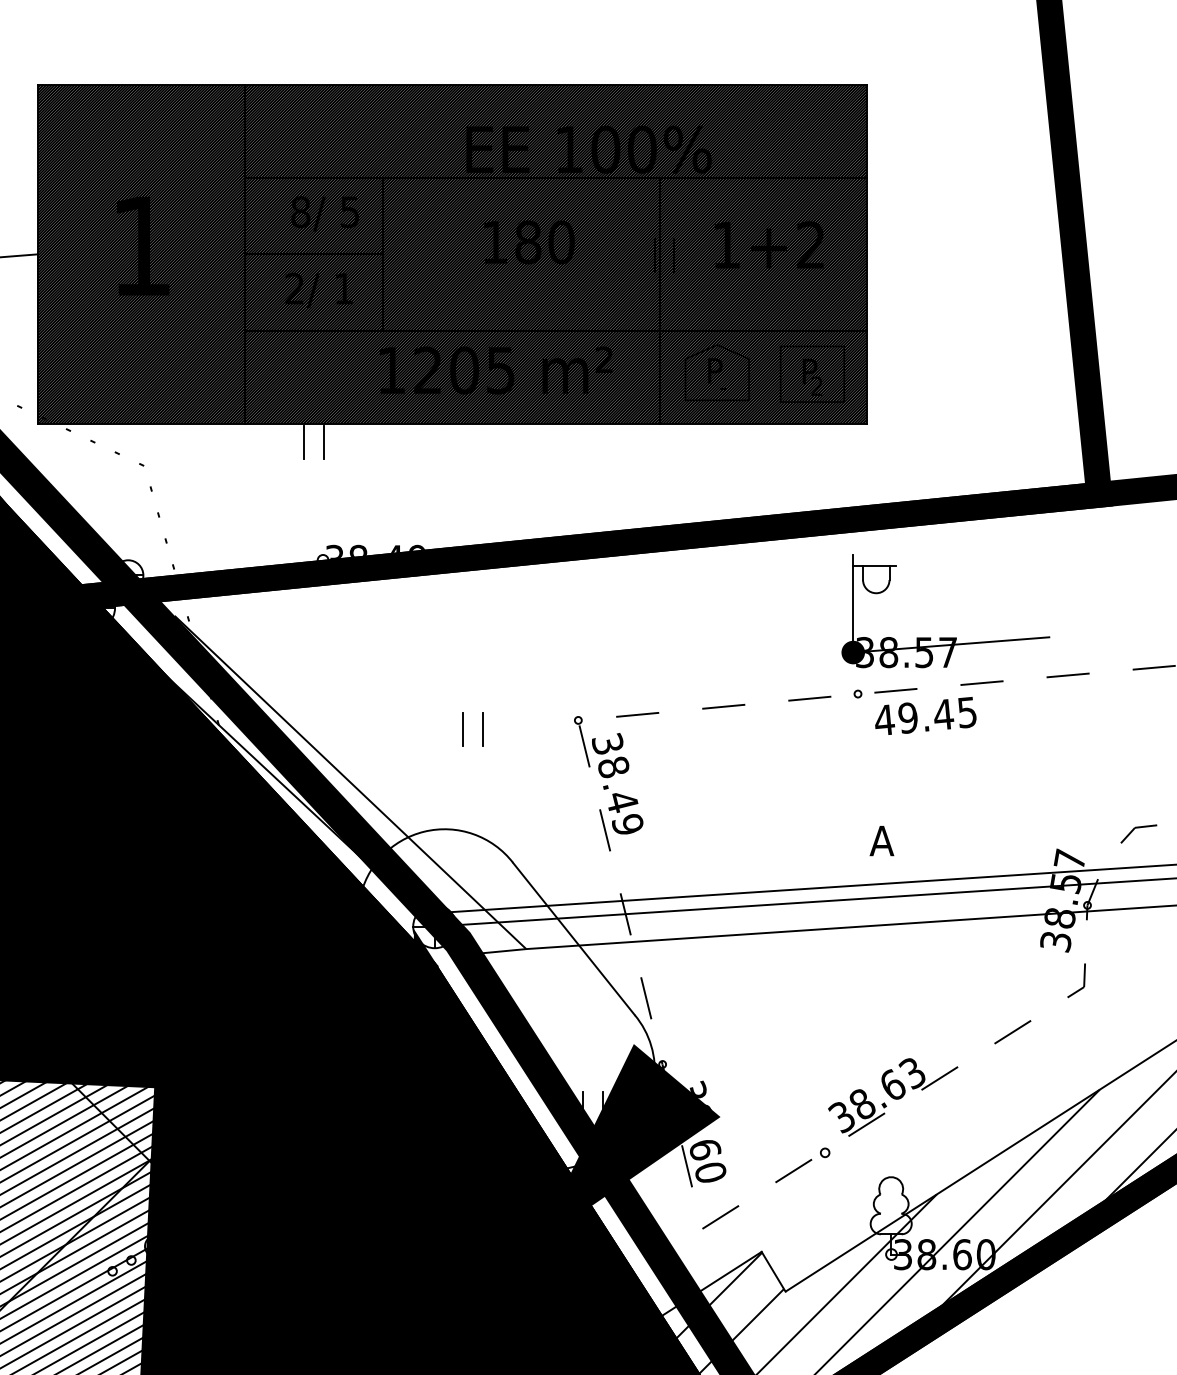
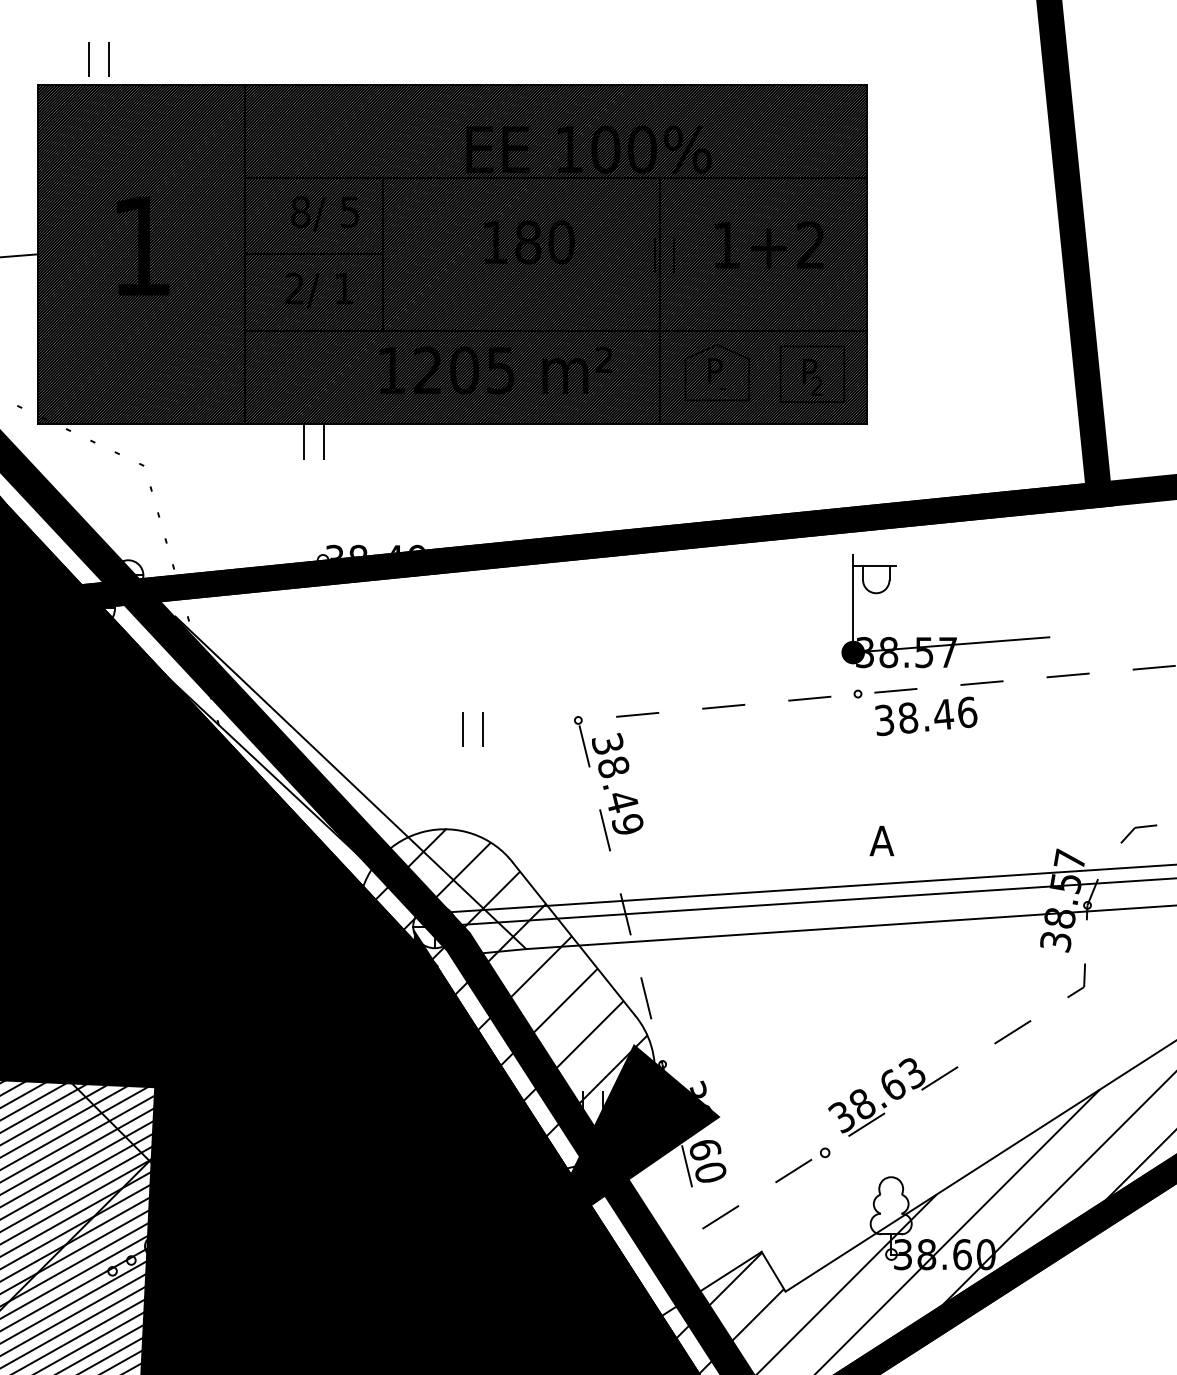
part at (89, 59): none -> present
text at (926, 716): 49.45 -> 38.46
hatch at (509, 996): none -> present
